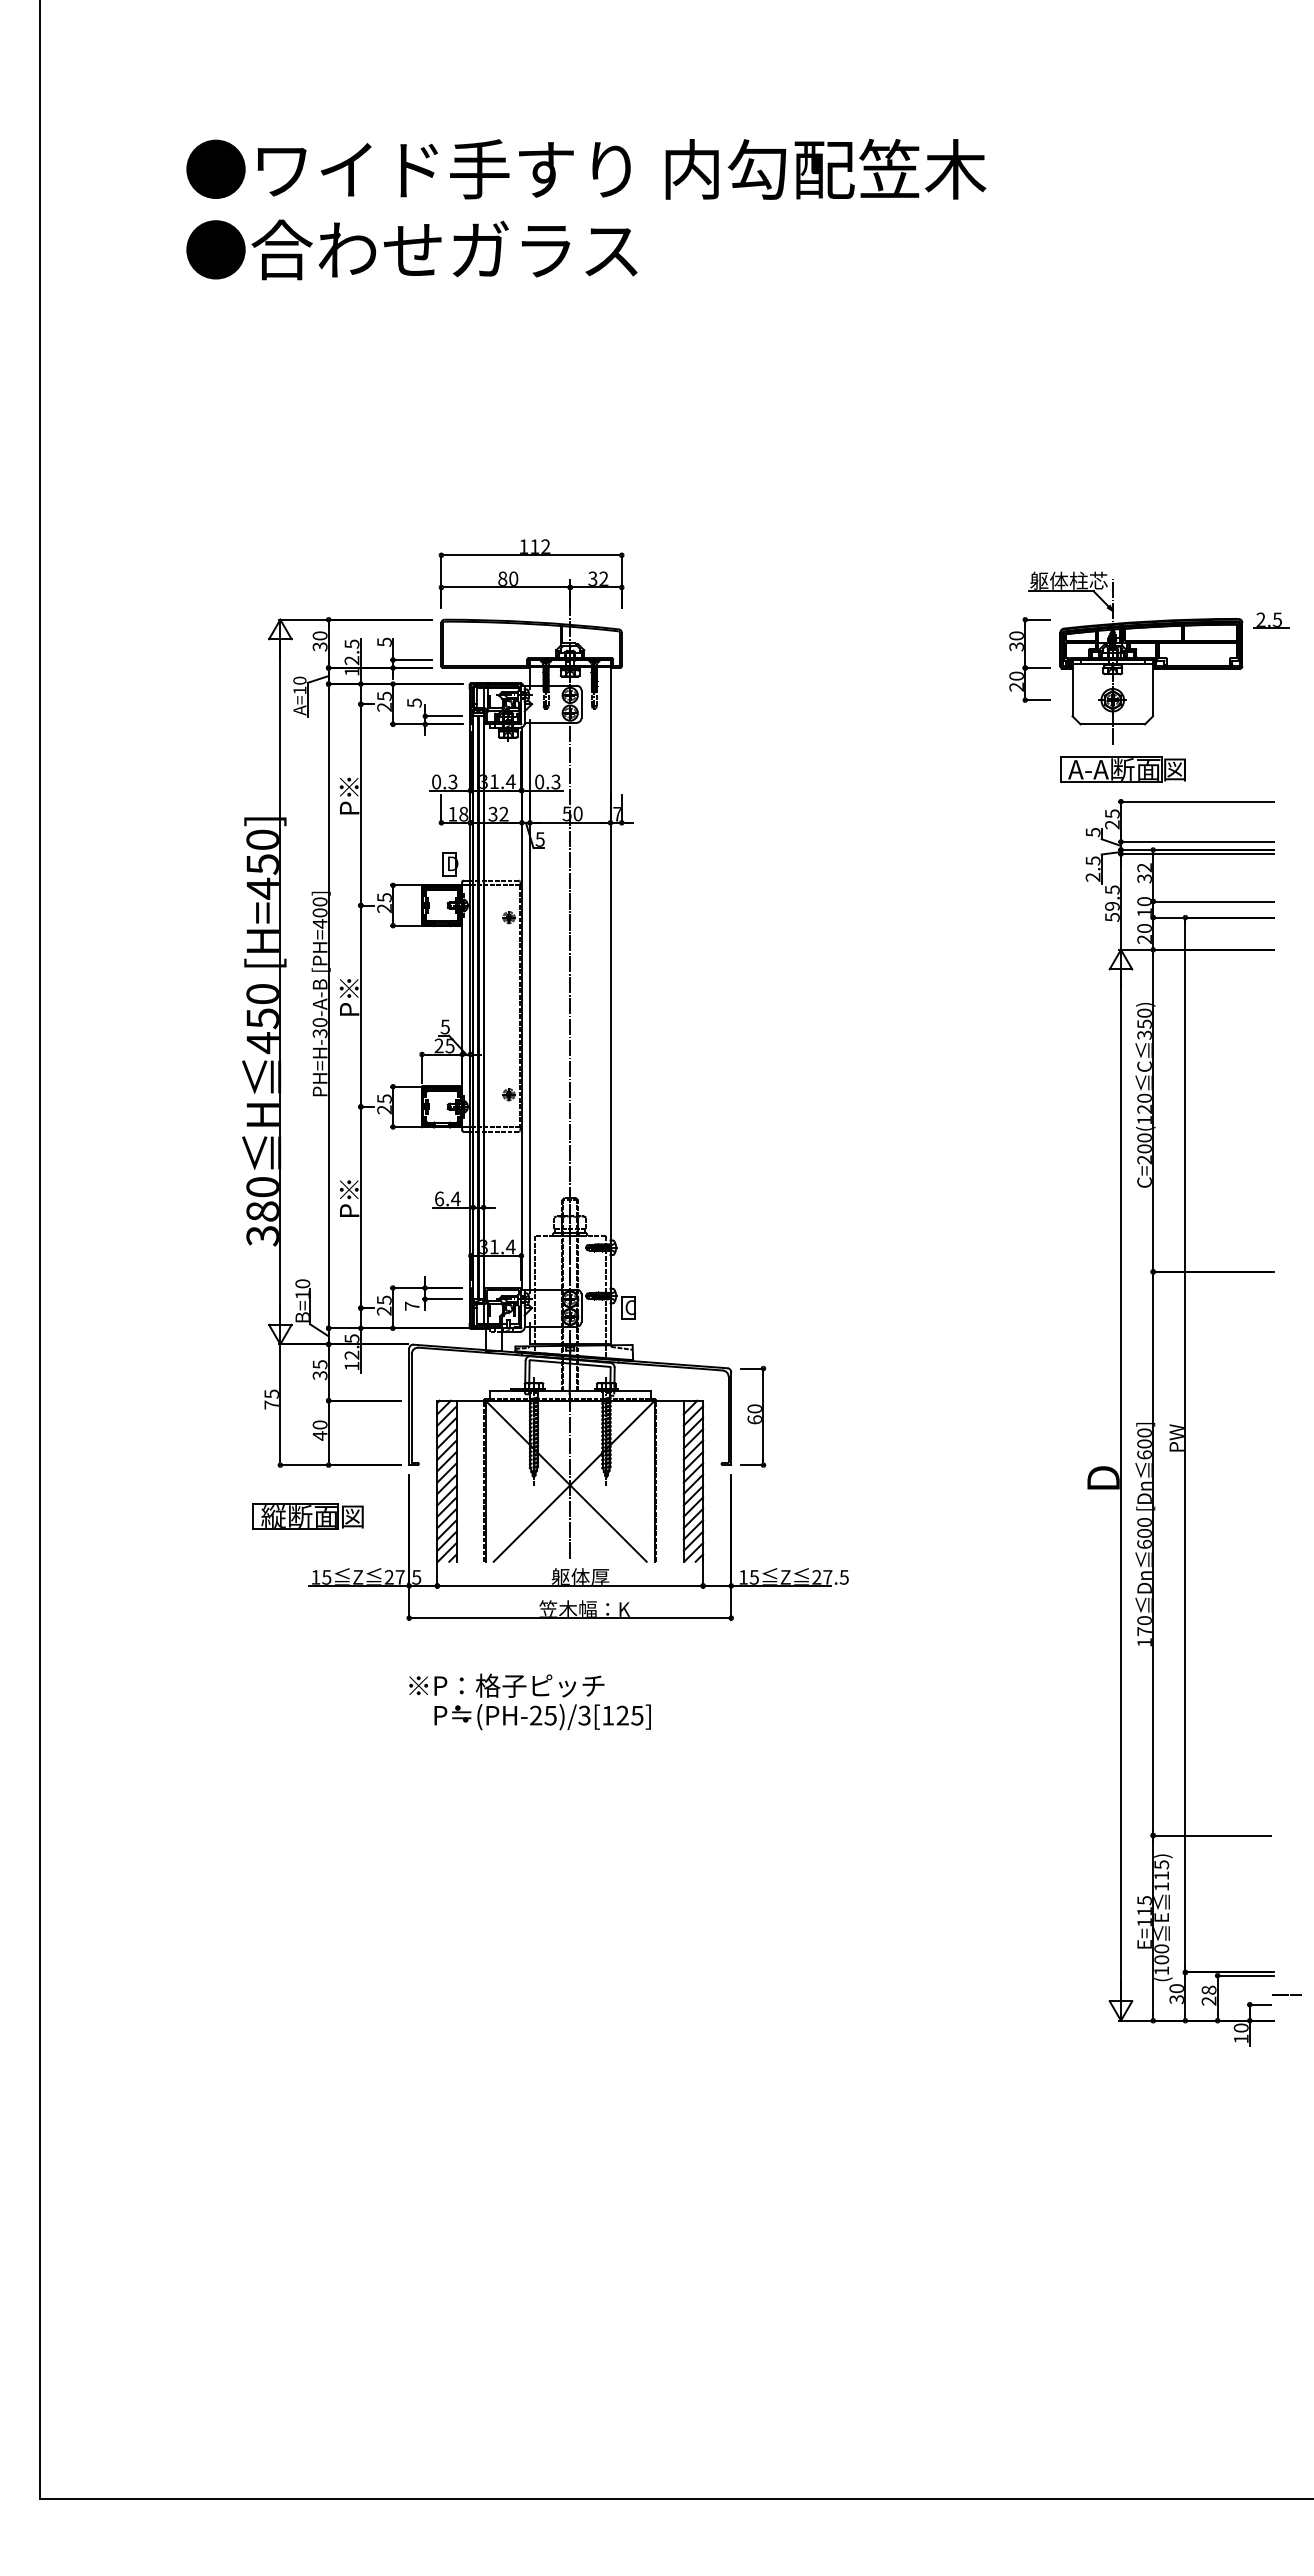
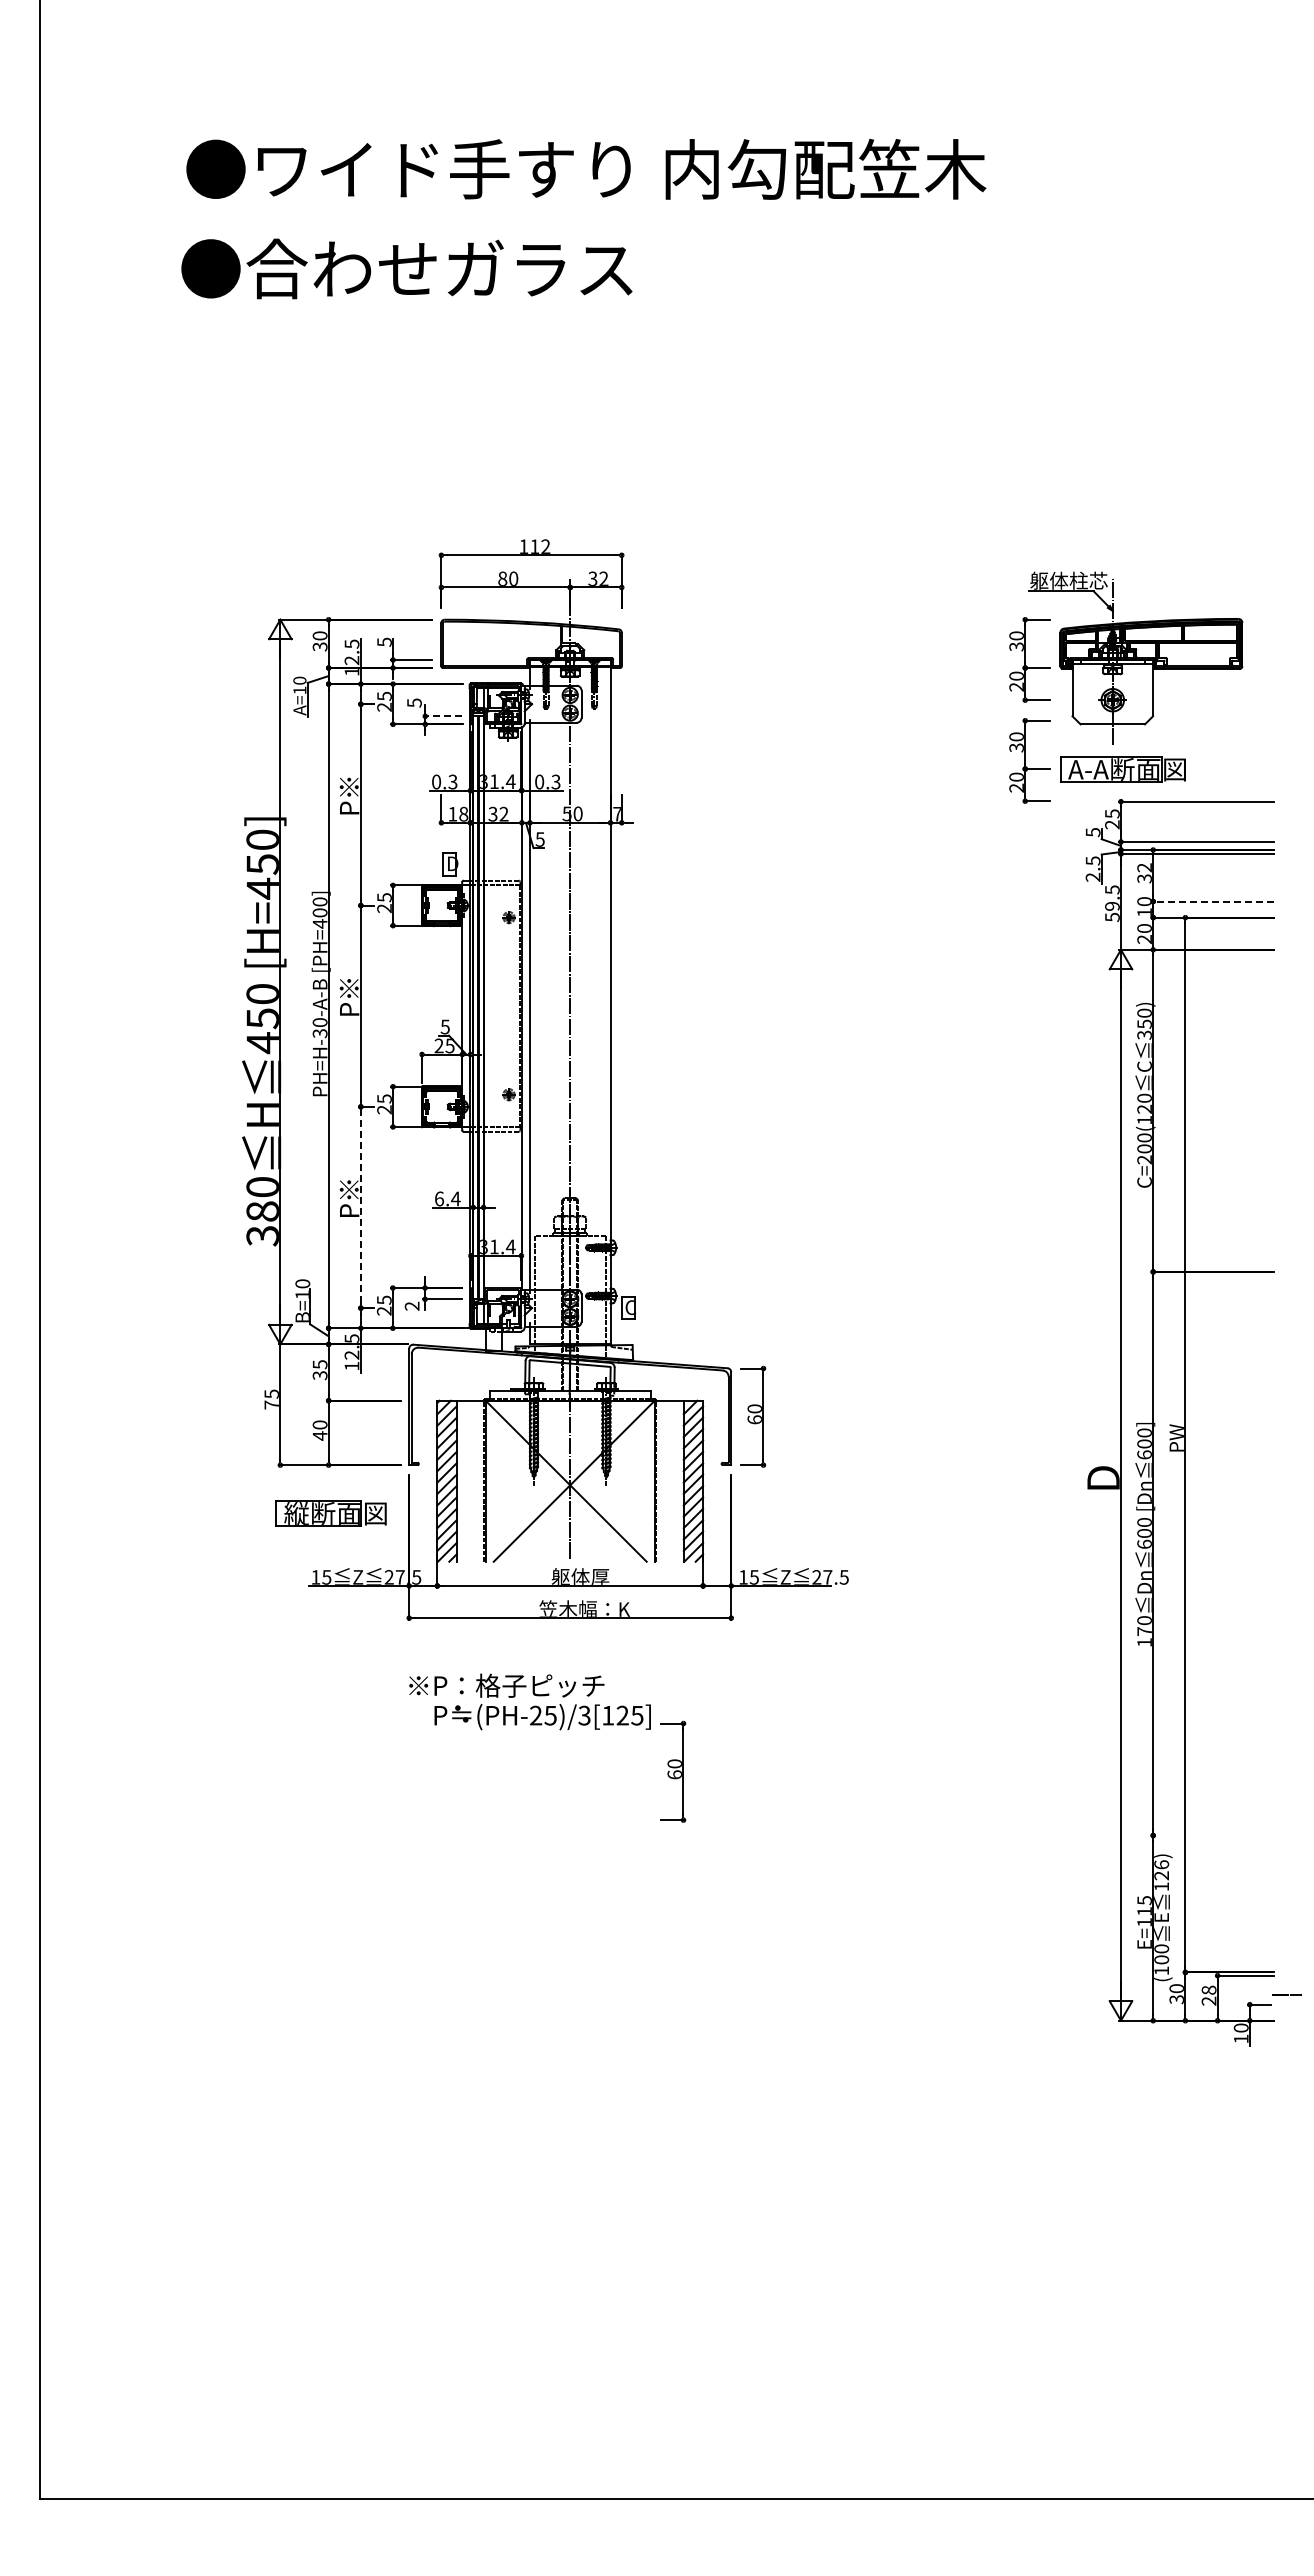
text at (411, 249) position: (411, 249) -> (406, 268)
part at (1271, 620): present -> none
line at (442, 716): solid -> dashed
part at (1029, 760): none -> present
line at (1212, 901): solid -> dashed
line at (360, 1207): solid -> dashed
text at (411, 1305): 7 -> 2
part at (307, 1516) position: (307, 1516) -> (330, 1513)
part at (673, 1771): none -> present
line at (1210, 1835): present -> none
text at (1161, 1870): 115) -> 126)
